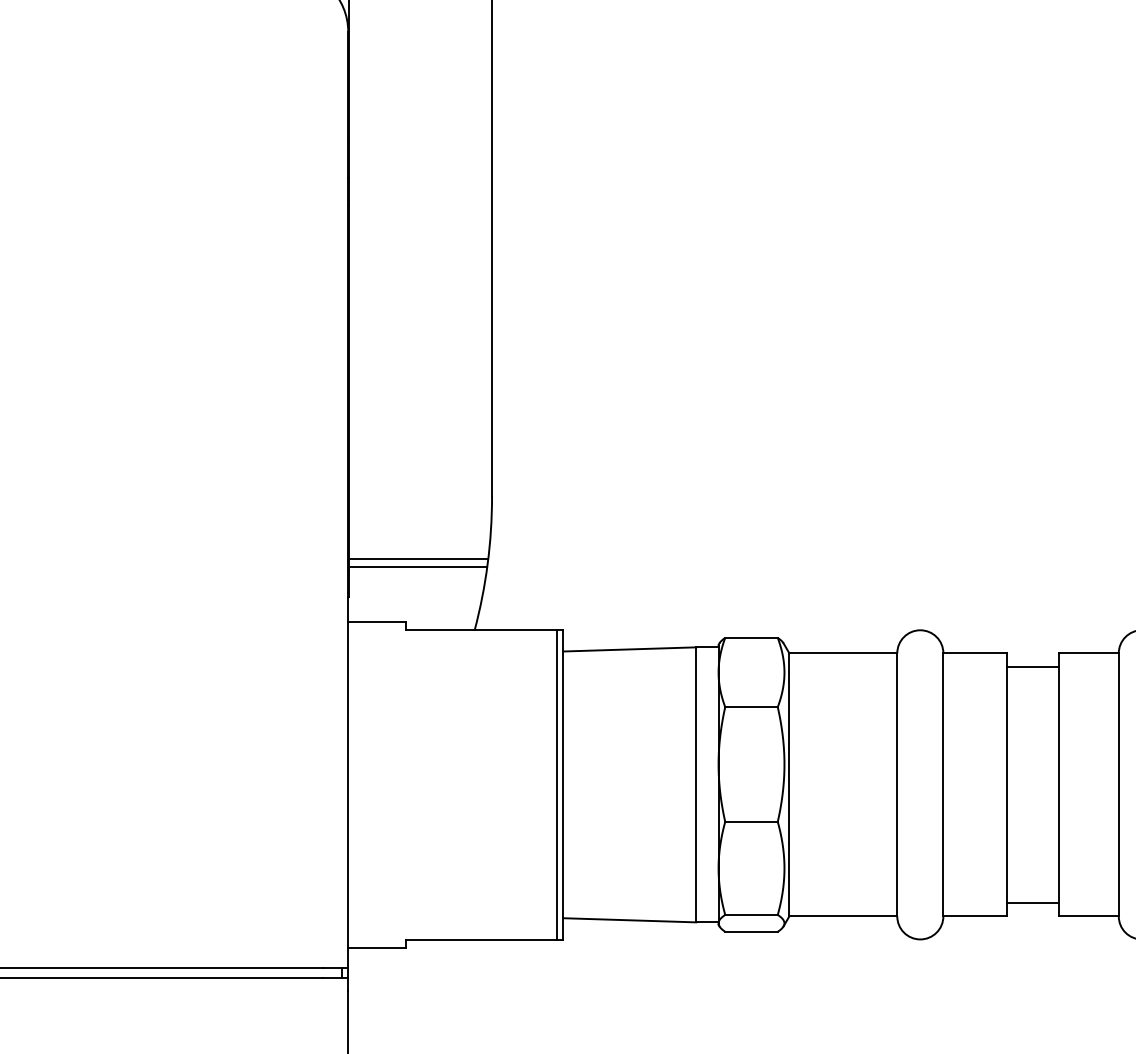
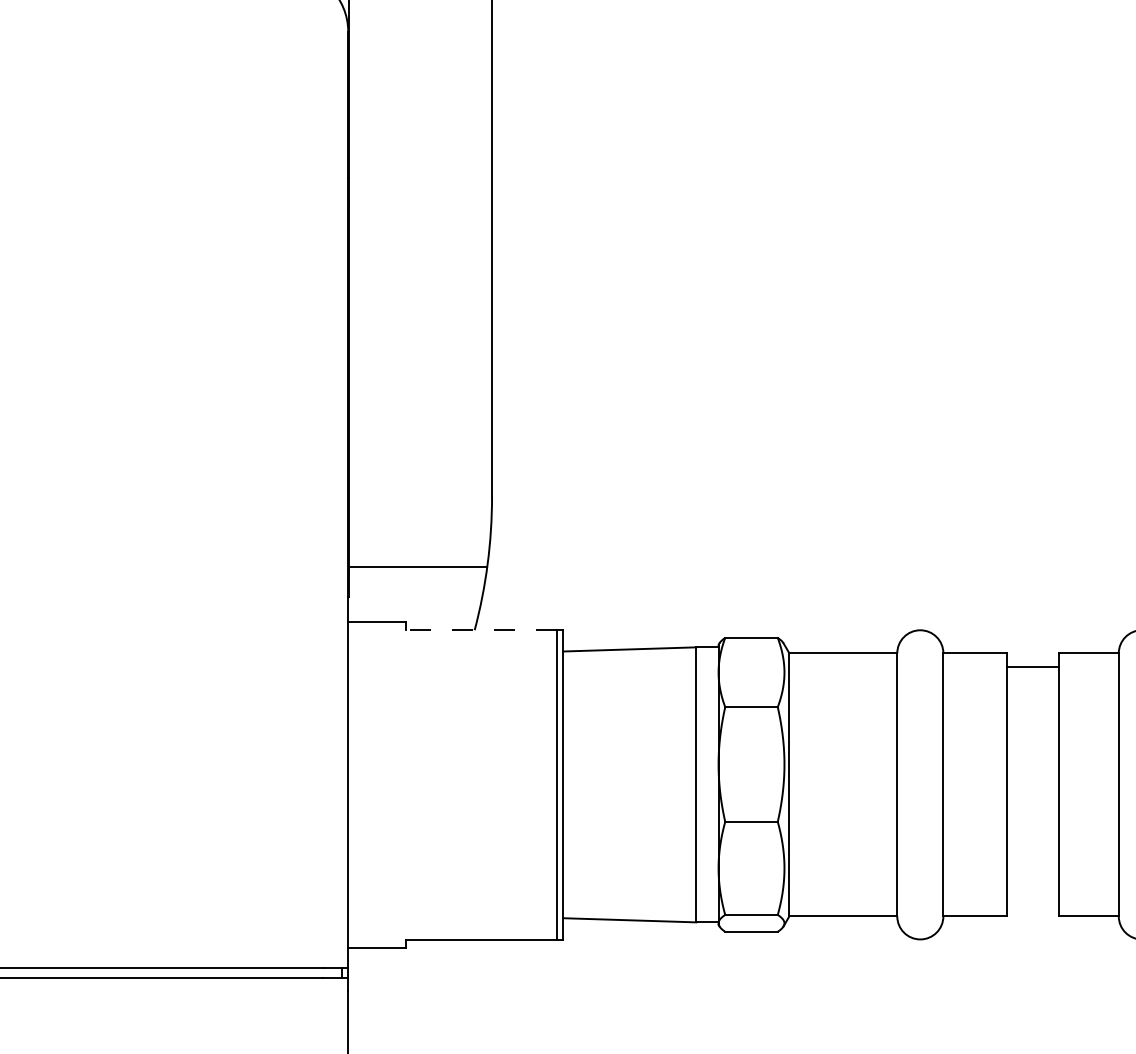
line at (418, 558): present -> none
line at (481, 630): solid -> dashed
line at (1032, 902): present -> none
